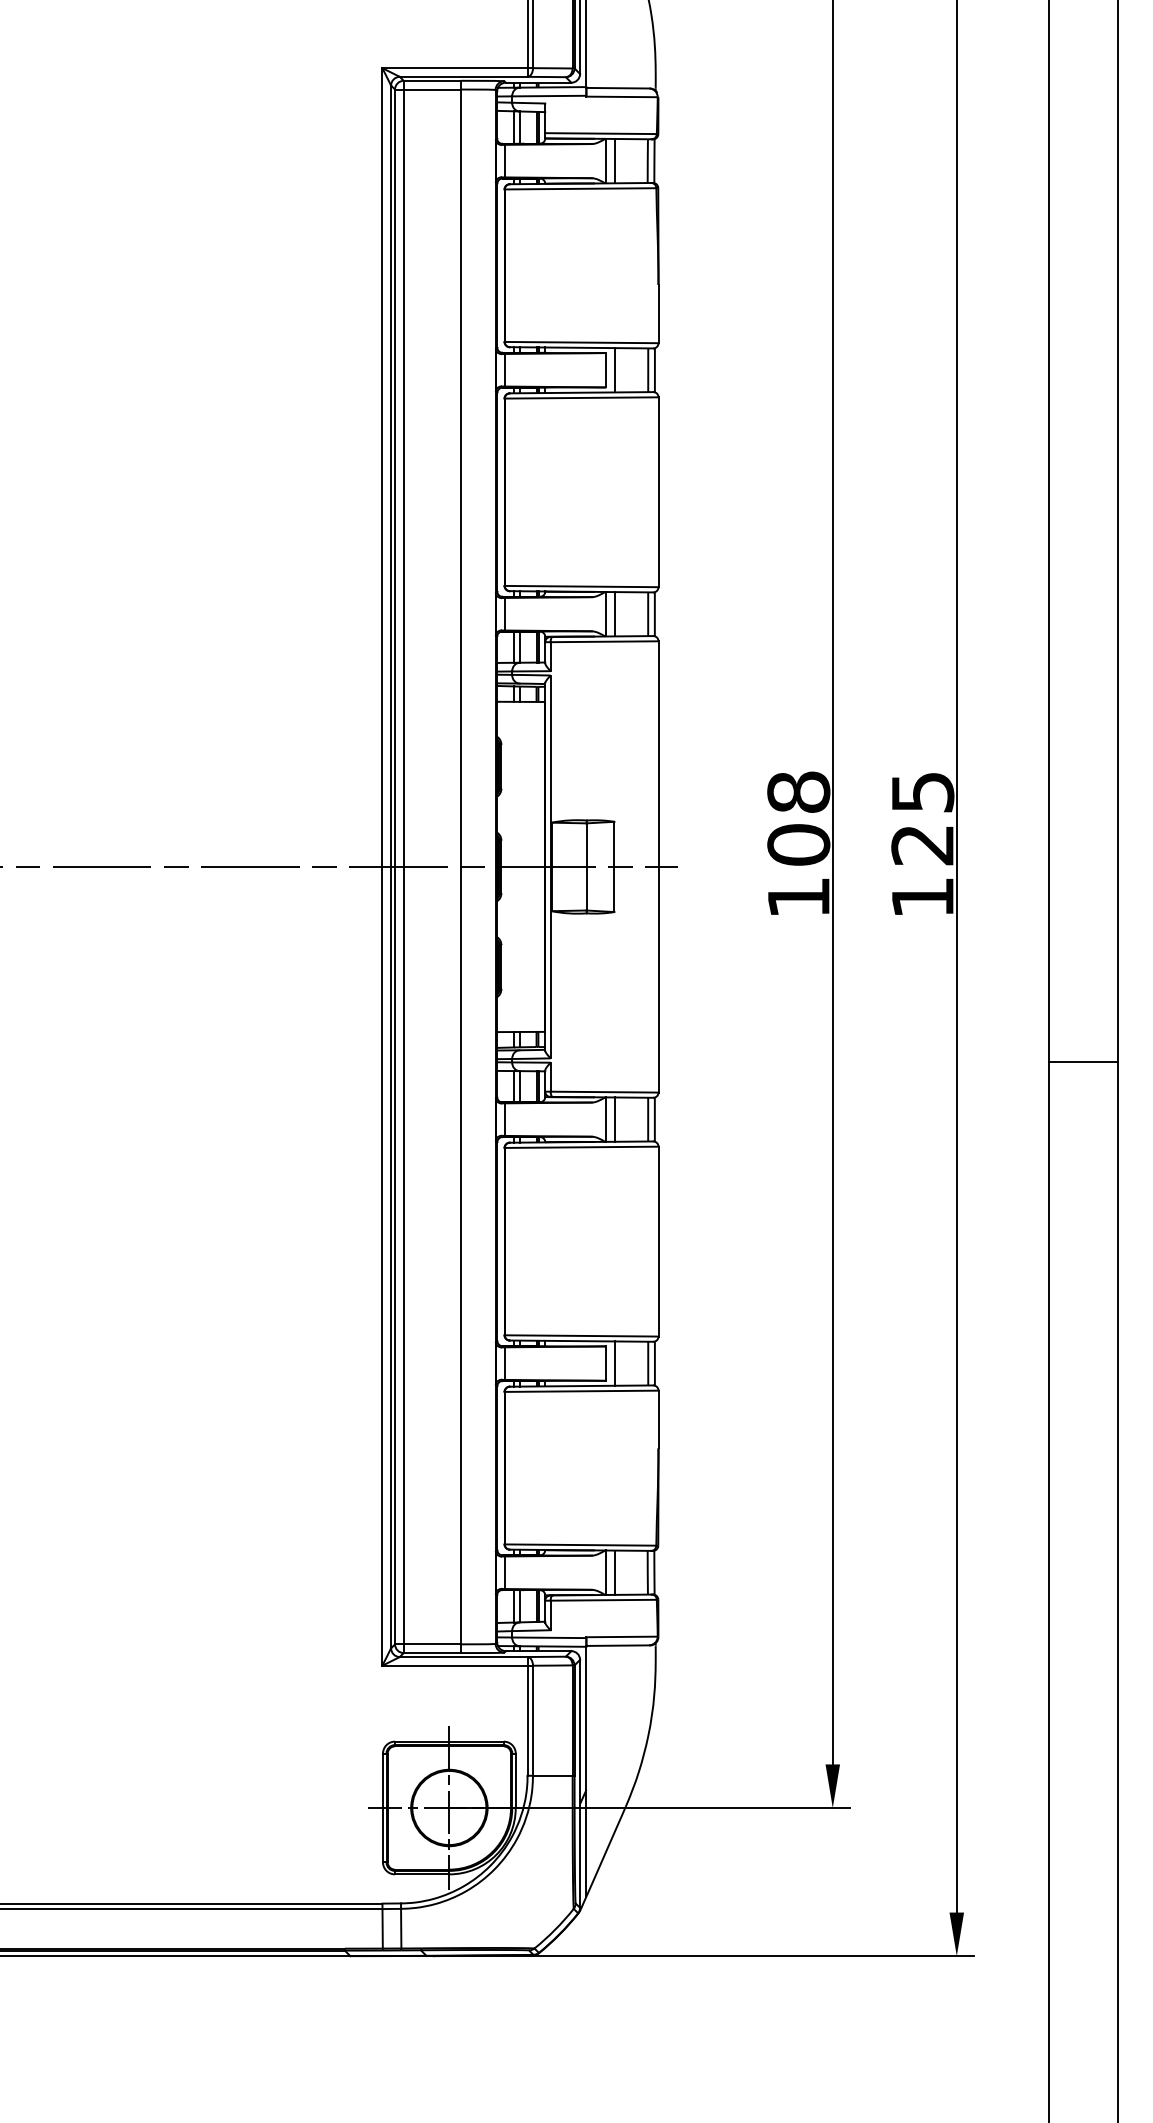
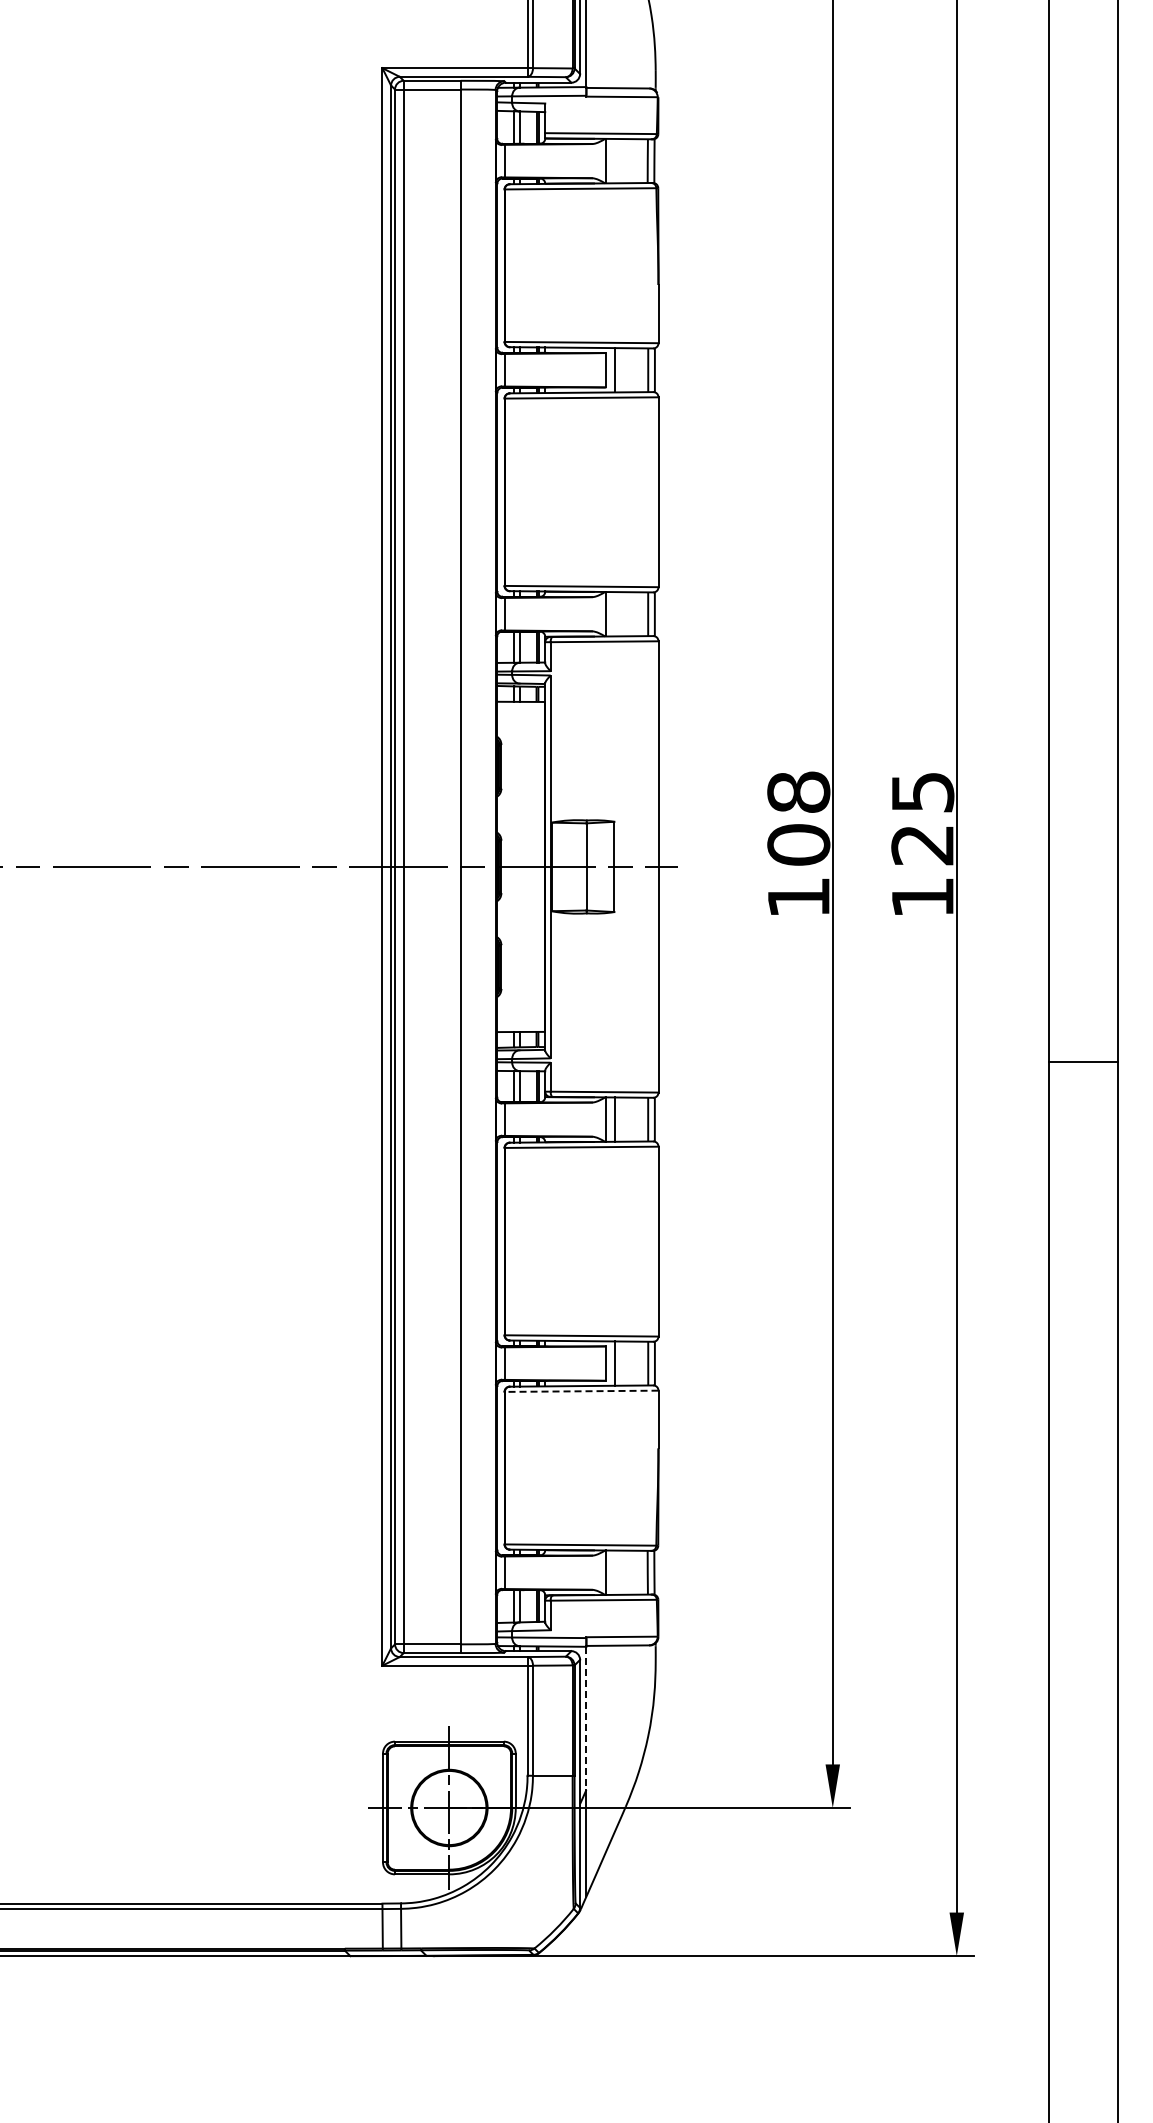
line at (614, 160): present -> none
line at (614, 614): present -> none
line at (581, 1391): solid -> dashed
line at (614, 1572): present -> none
line at (586, 1718): solid -> dashed
